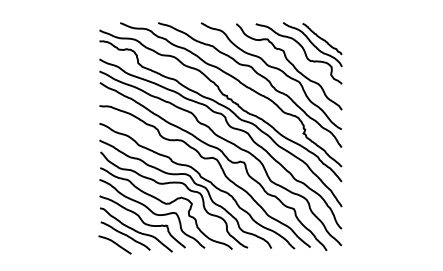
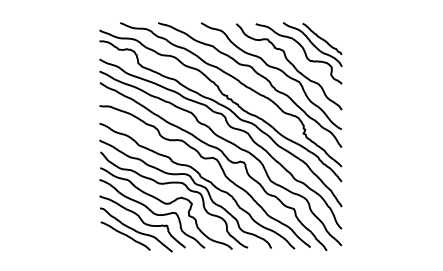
curve at (114, 243): present -> none
